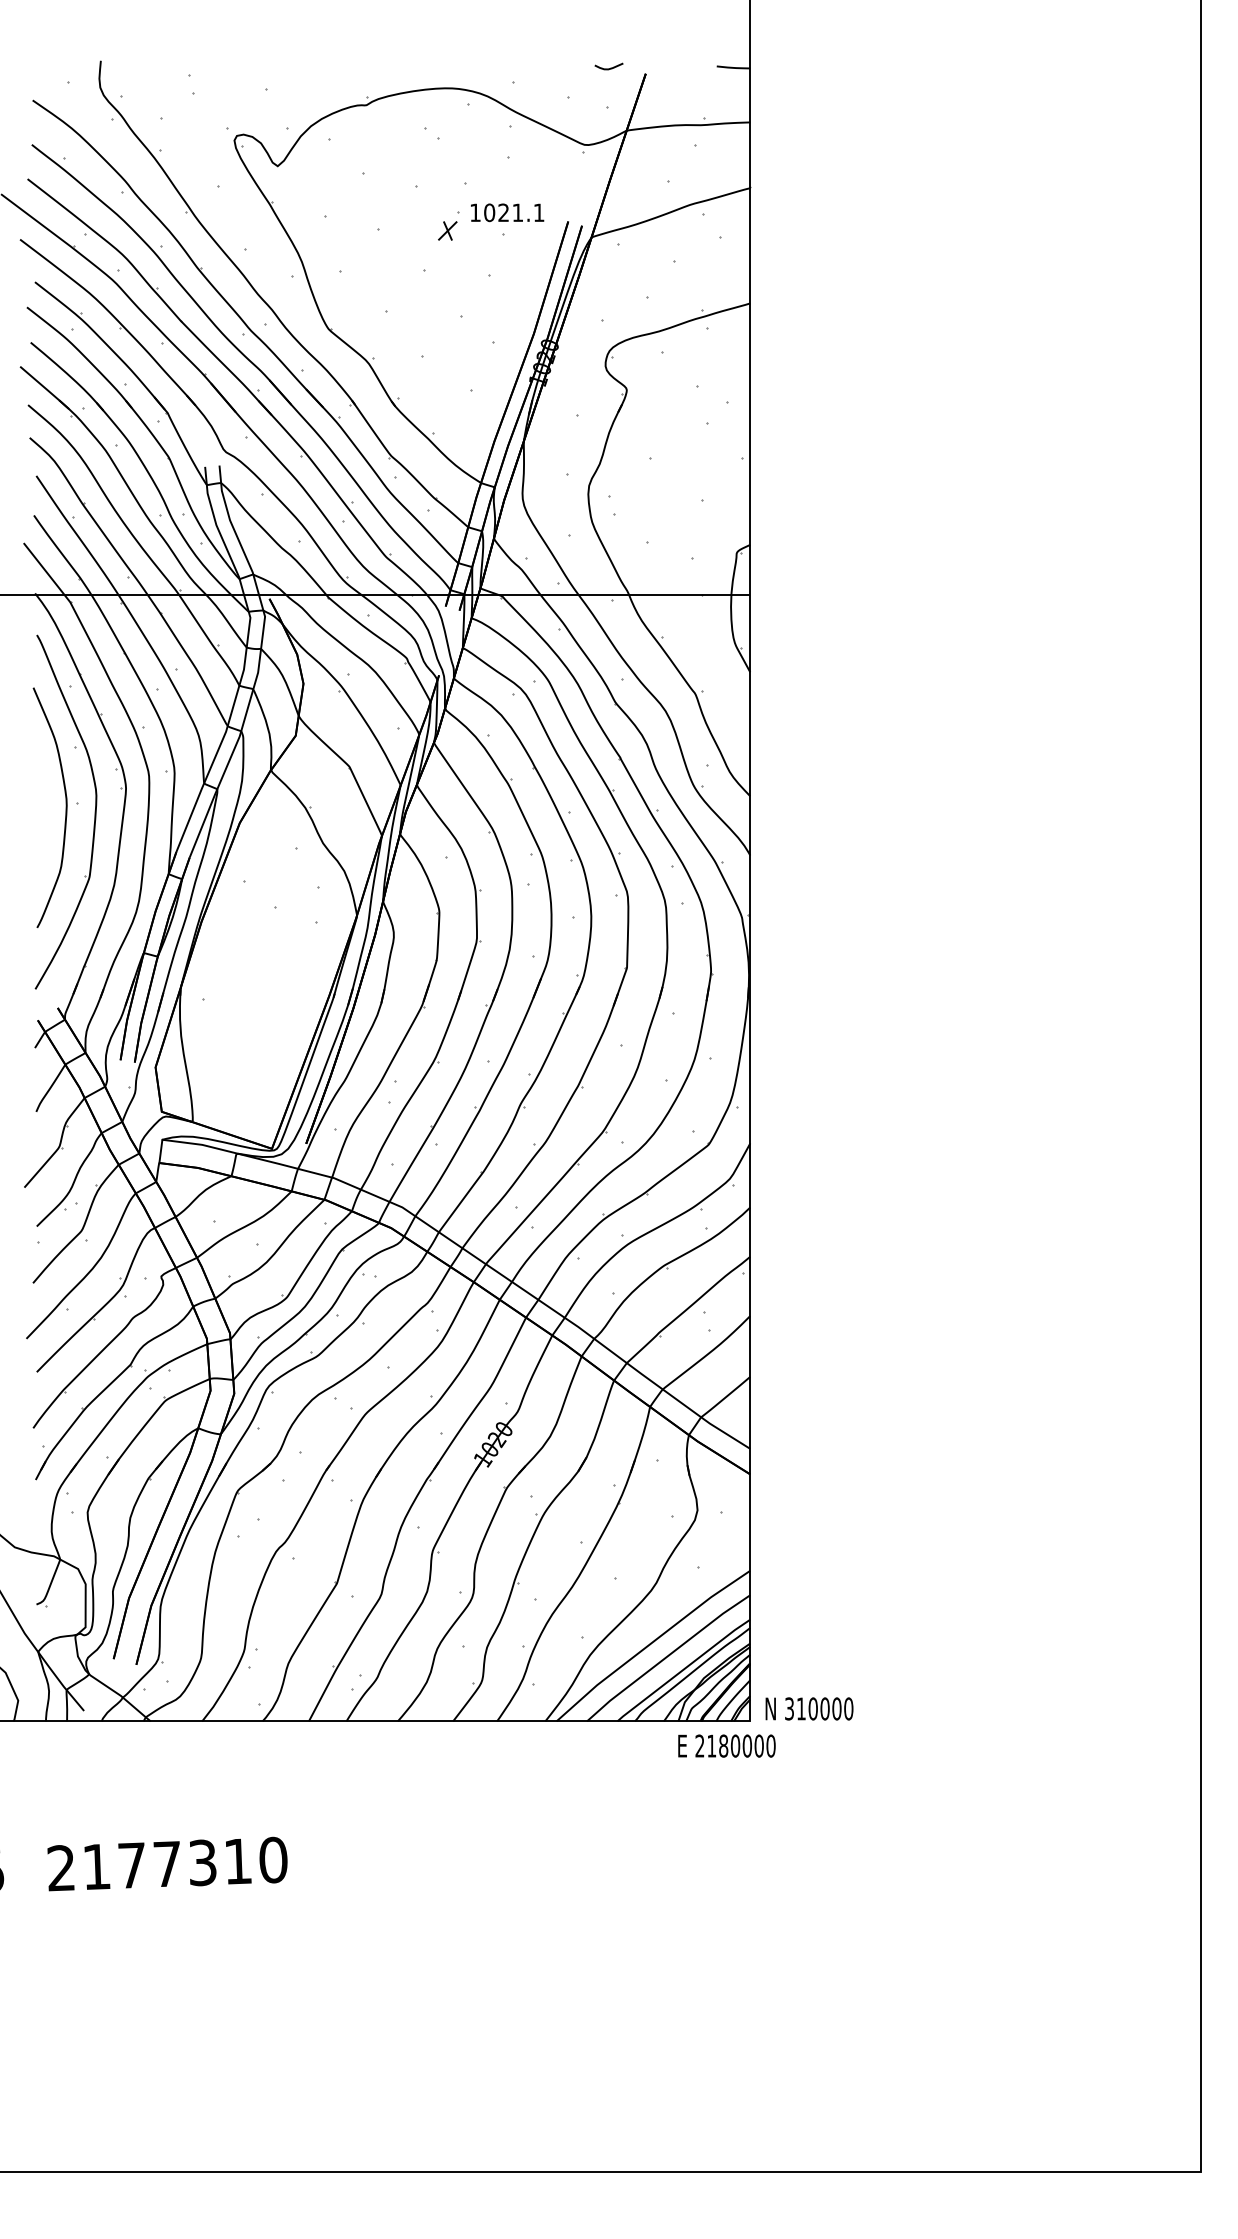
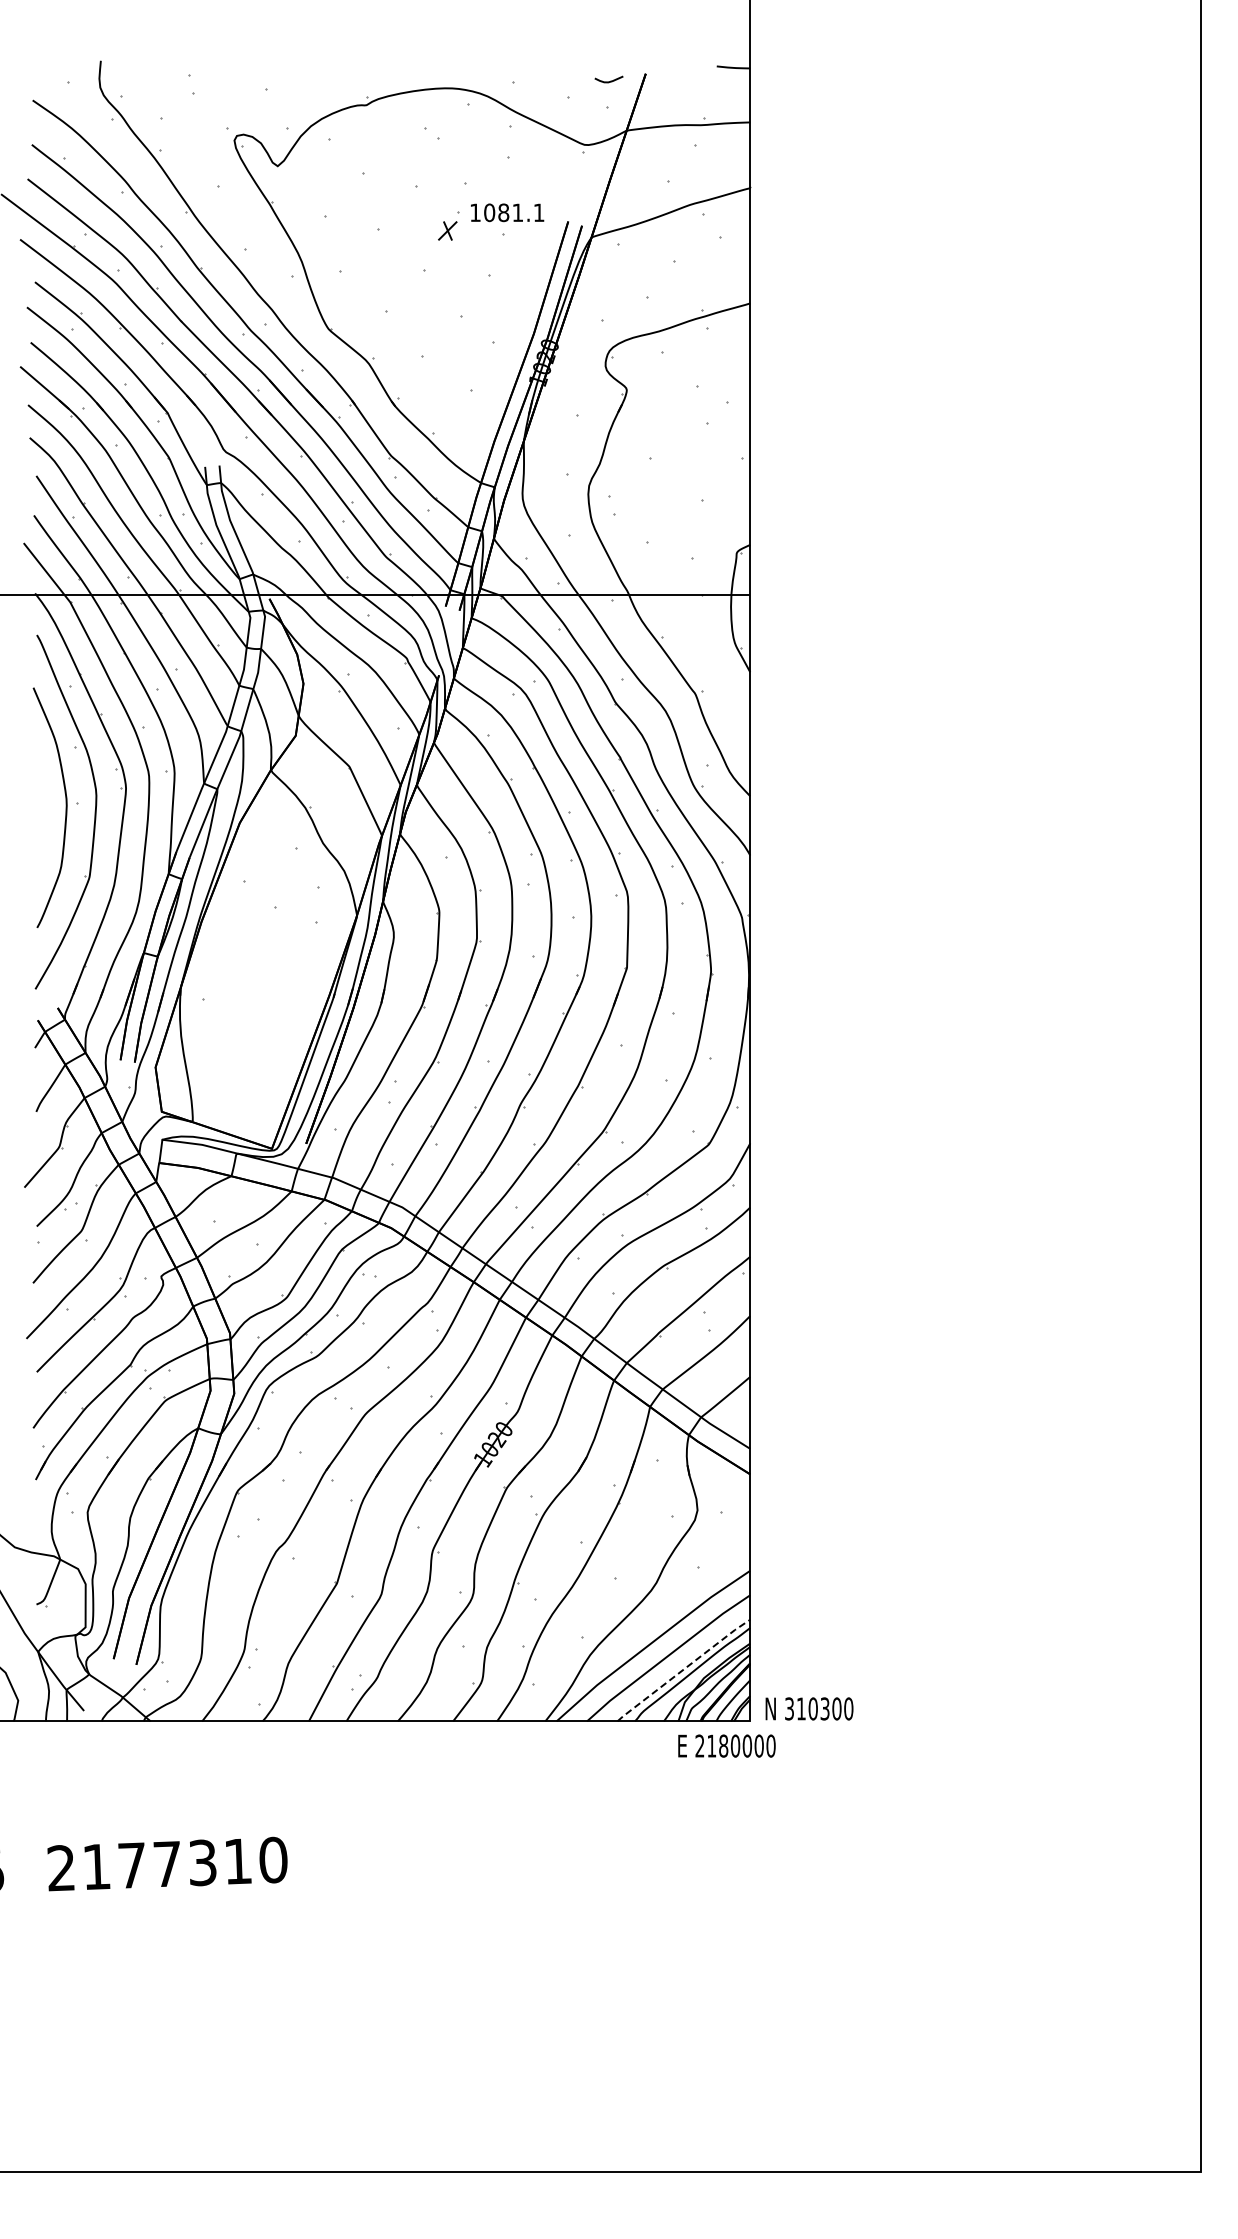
curve at (608, 68) position: (608, 68) -> (608, 81)
text at (503, 212): 1021.1 -> 1081.1
line at (683, 1669): solid -> dashed
text at (824, 1708): 310000 -> 310300
